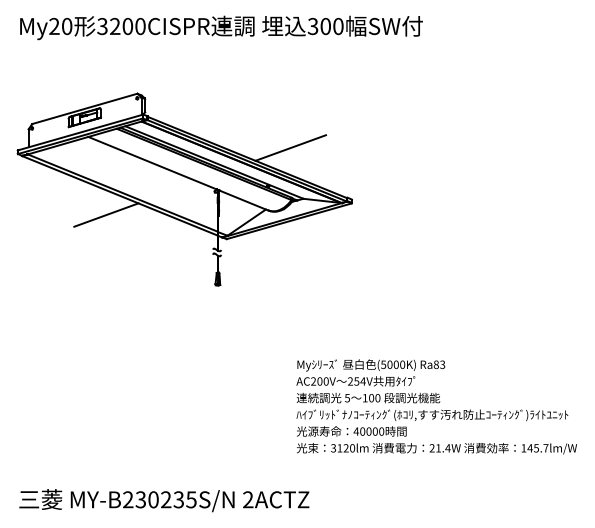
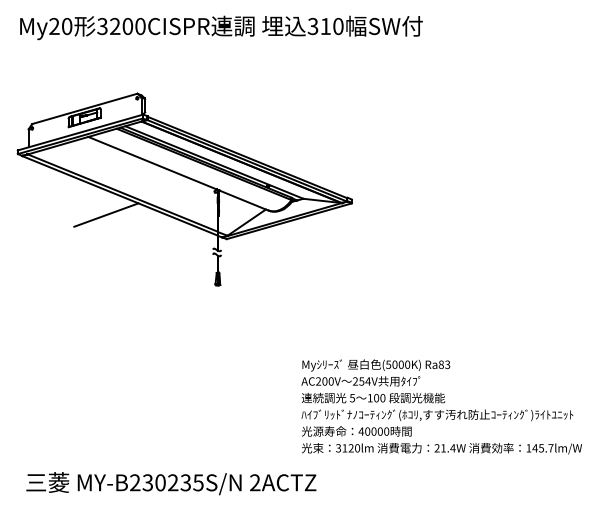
text at (325, 26): 300 -> 310
line at (290, 147): present -> none
text at (436, 406) position: (436, 406) -> (441, 406)
text at (164, 500) position: (164, 500) -> (171, 483)
